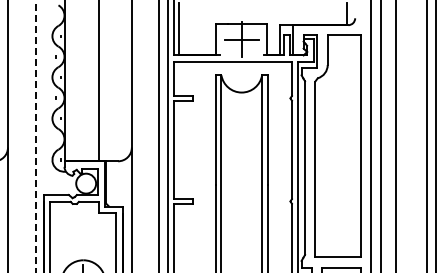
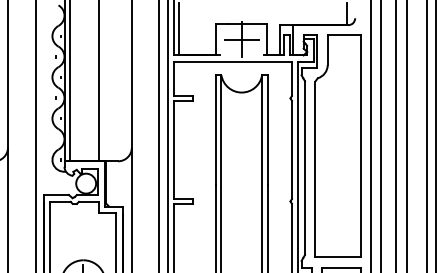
line at (70, 81): none -> present
line at (406, 135): none -> present
line at (35, 136): dashed -> solid
